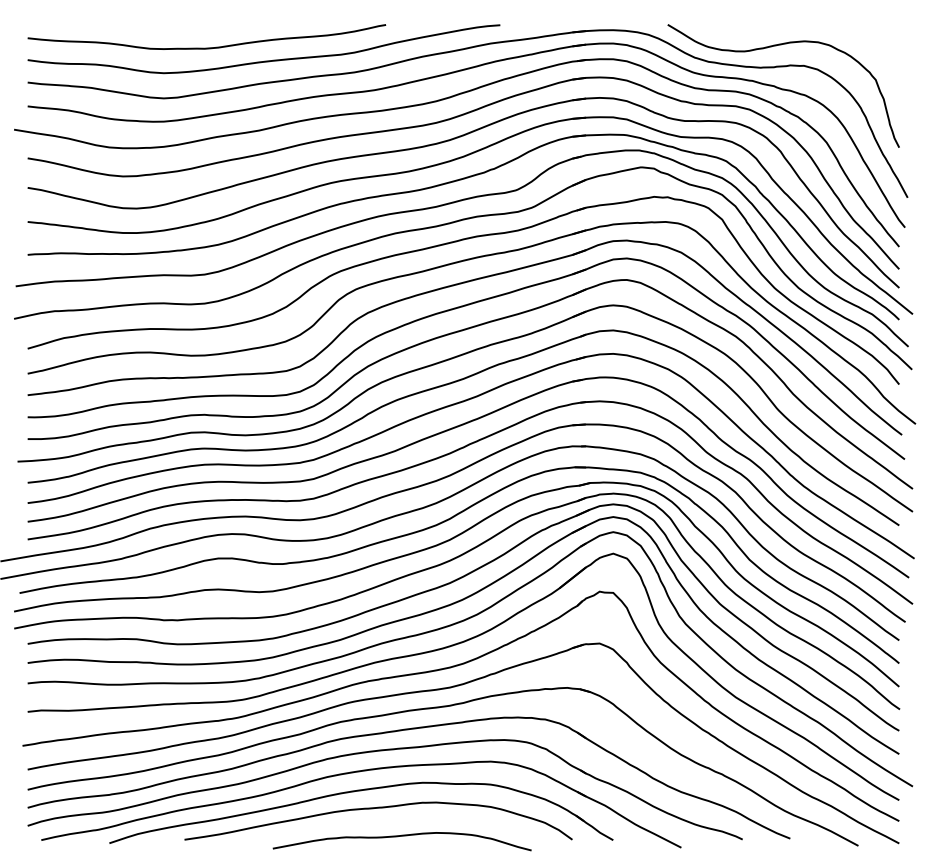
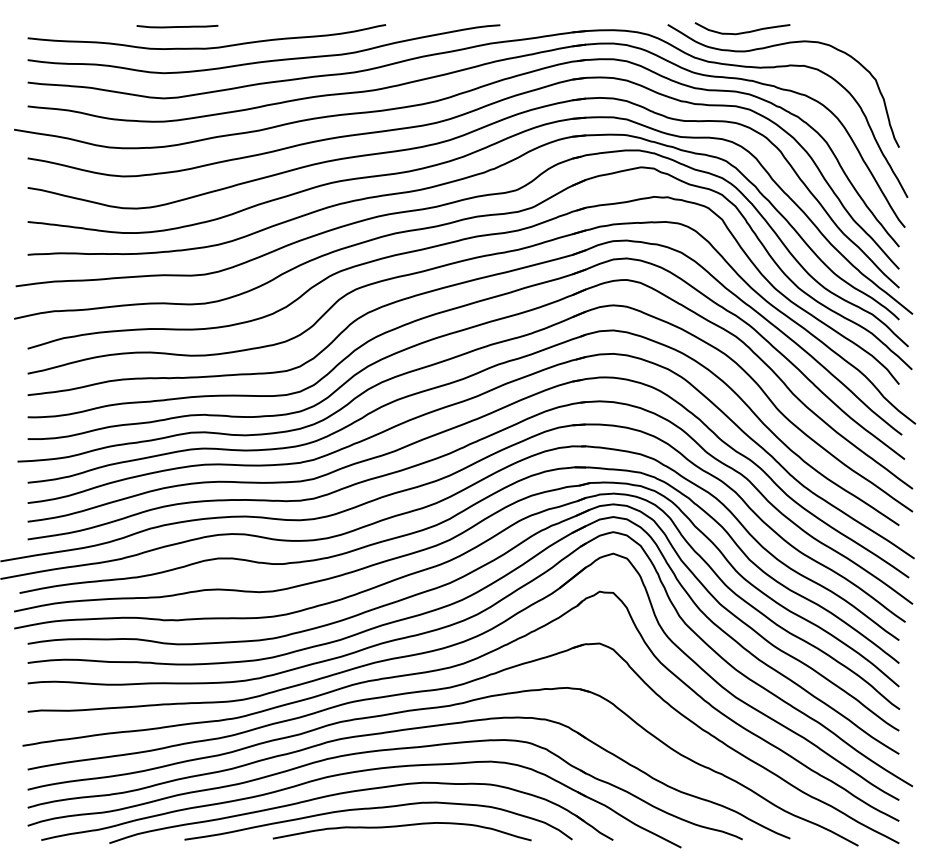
curve at (177, 26): none -> present
curve at (744, 31): none -> present
curve at (401, 836) position: (401, 836) -> (401, 826)
